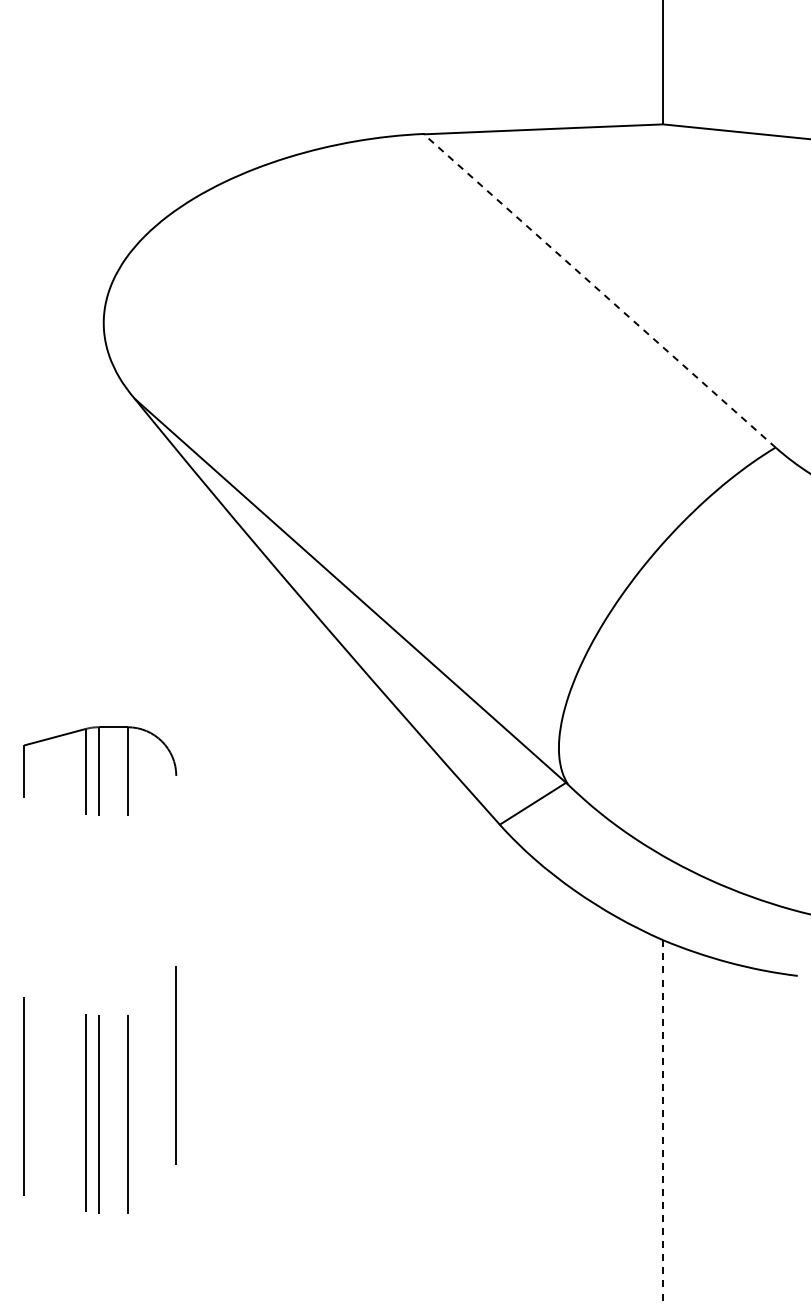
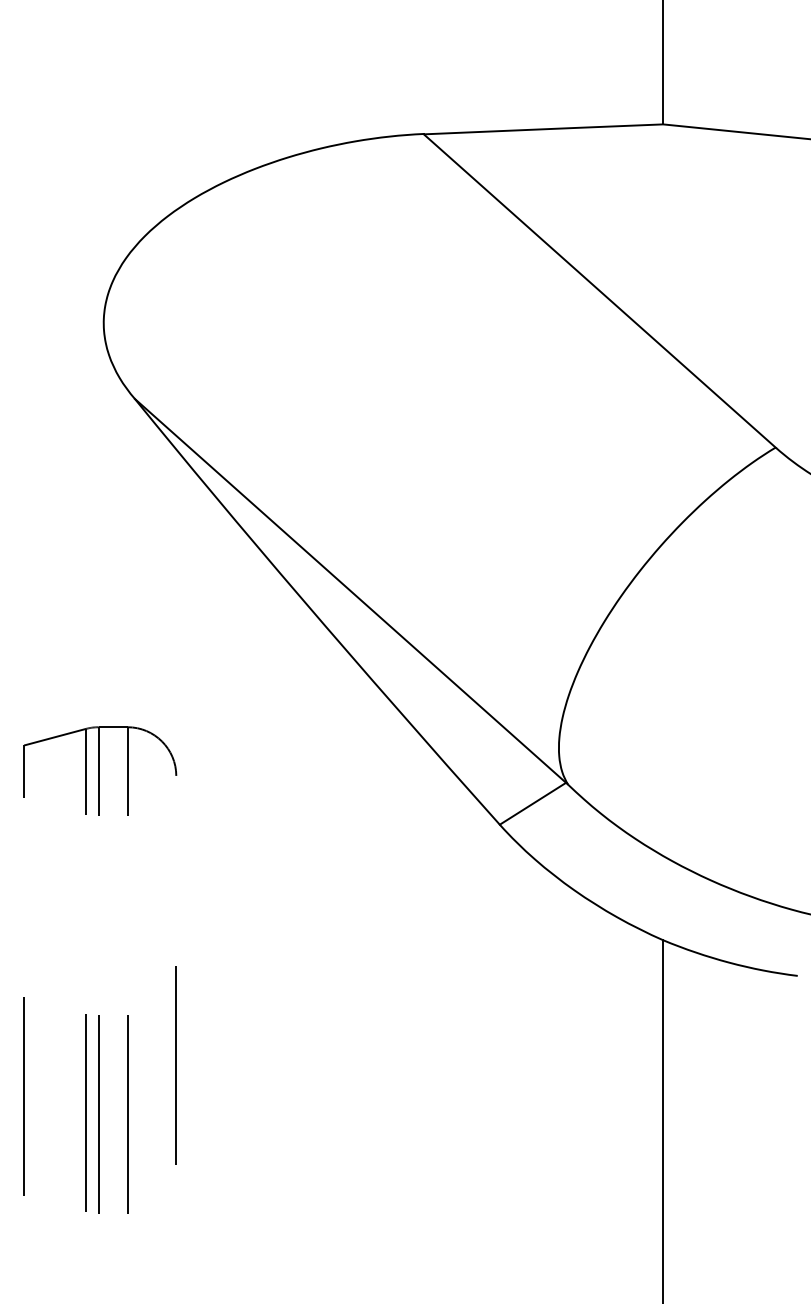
line at (599, 291): dashed -> solid
line at (663, 1122): dashed -> solid
